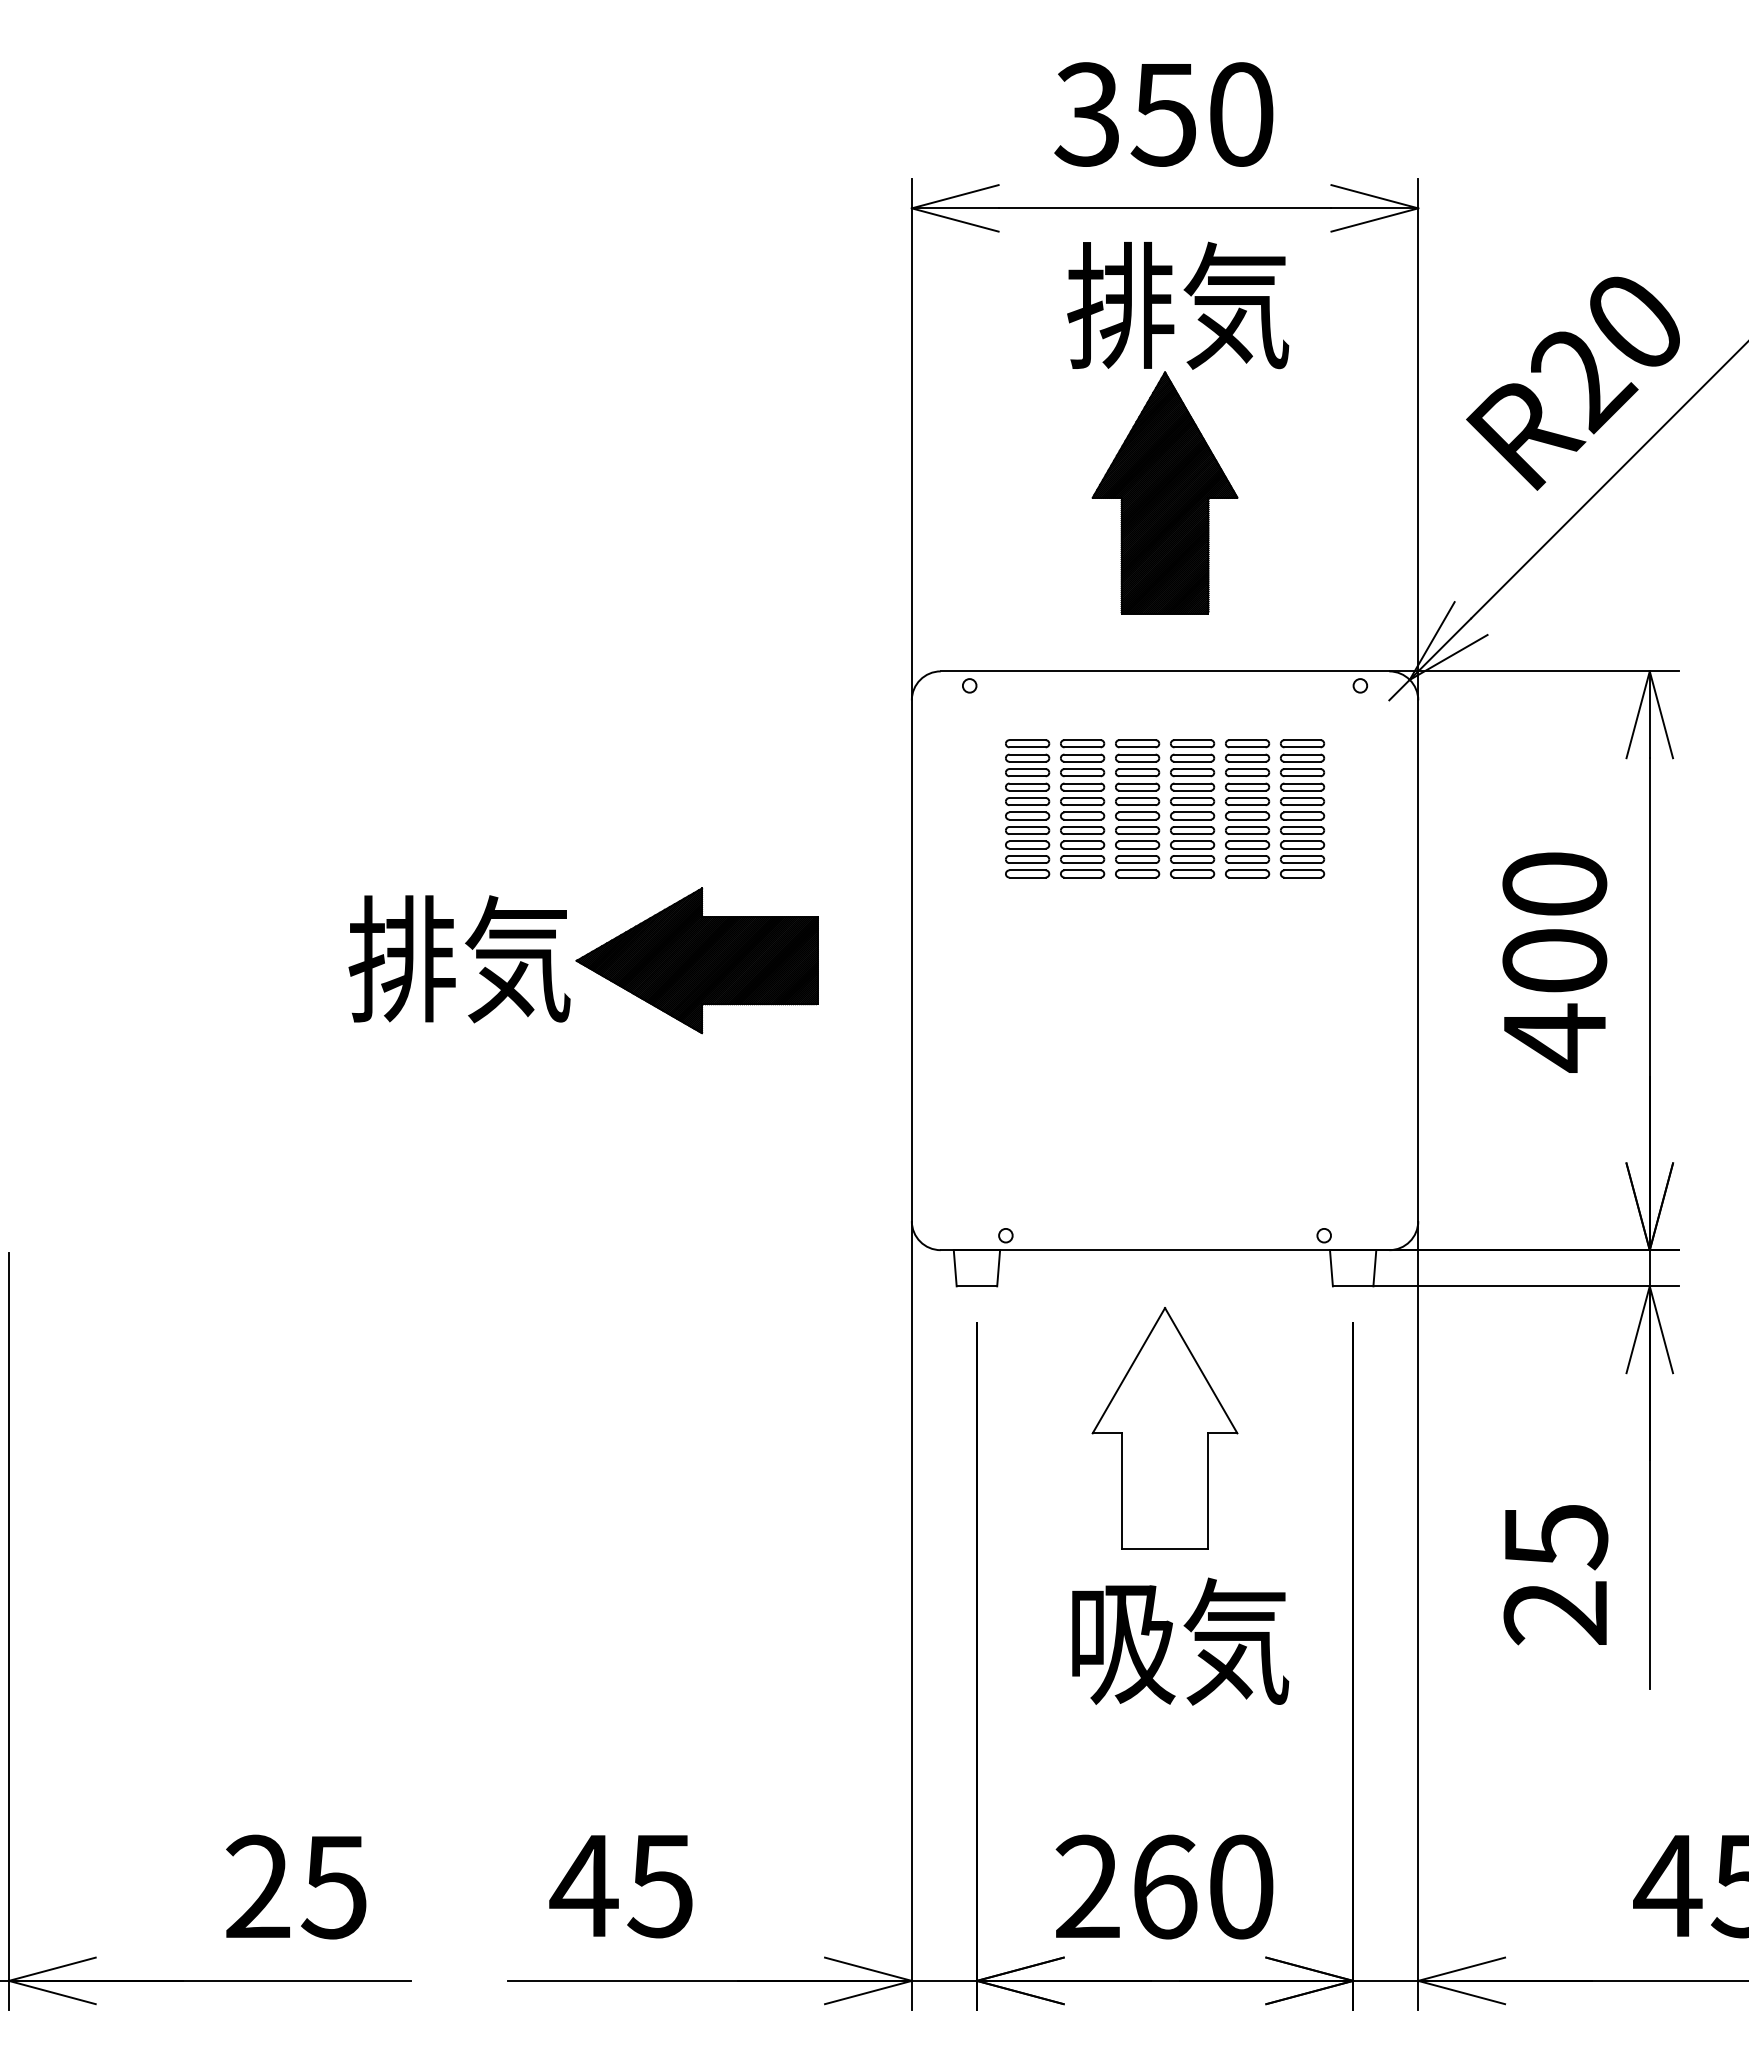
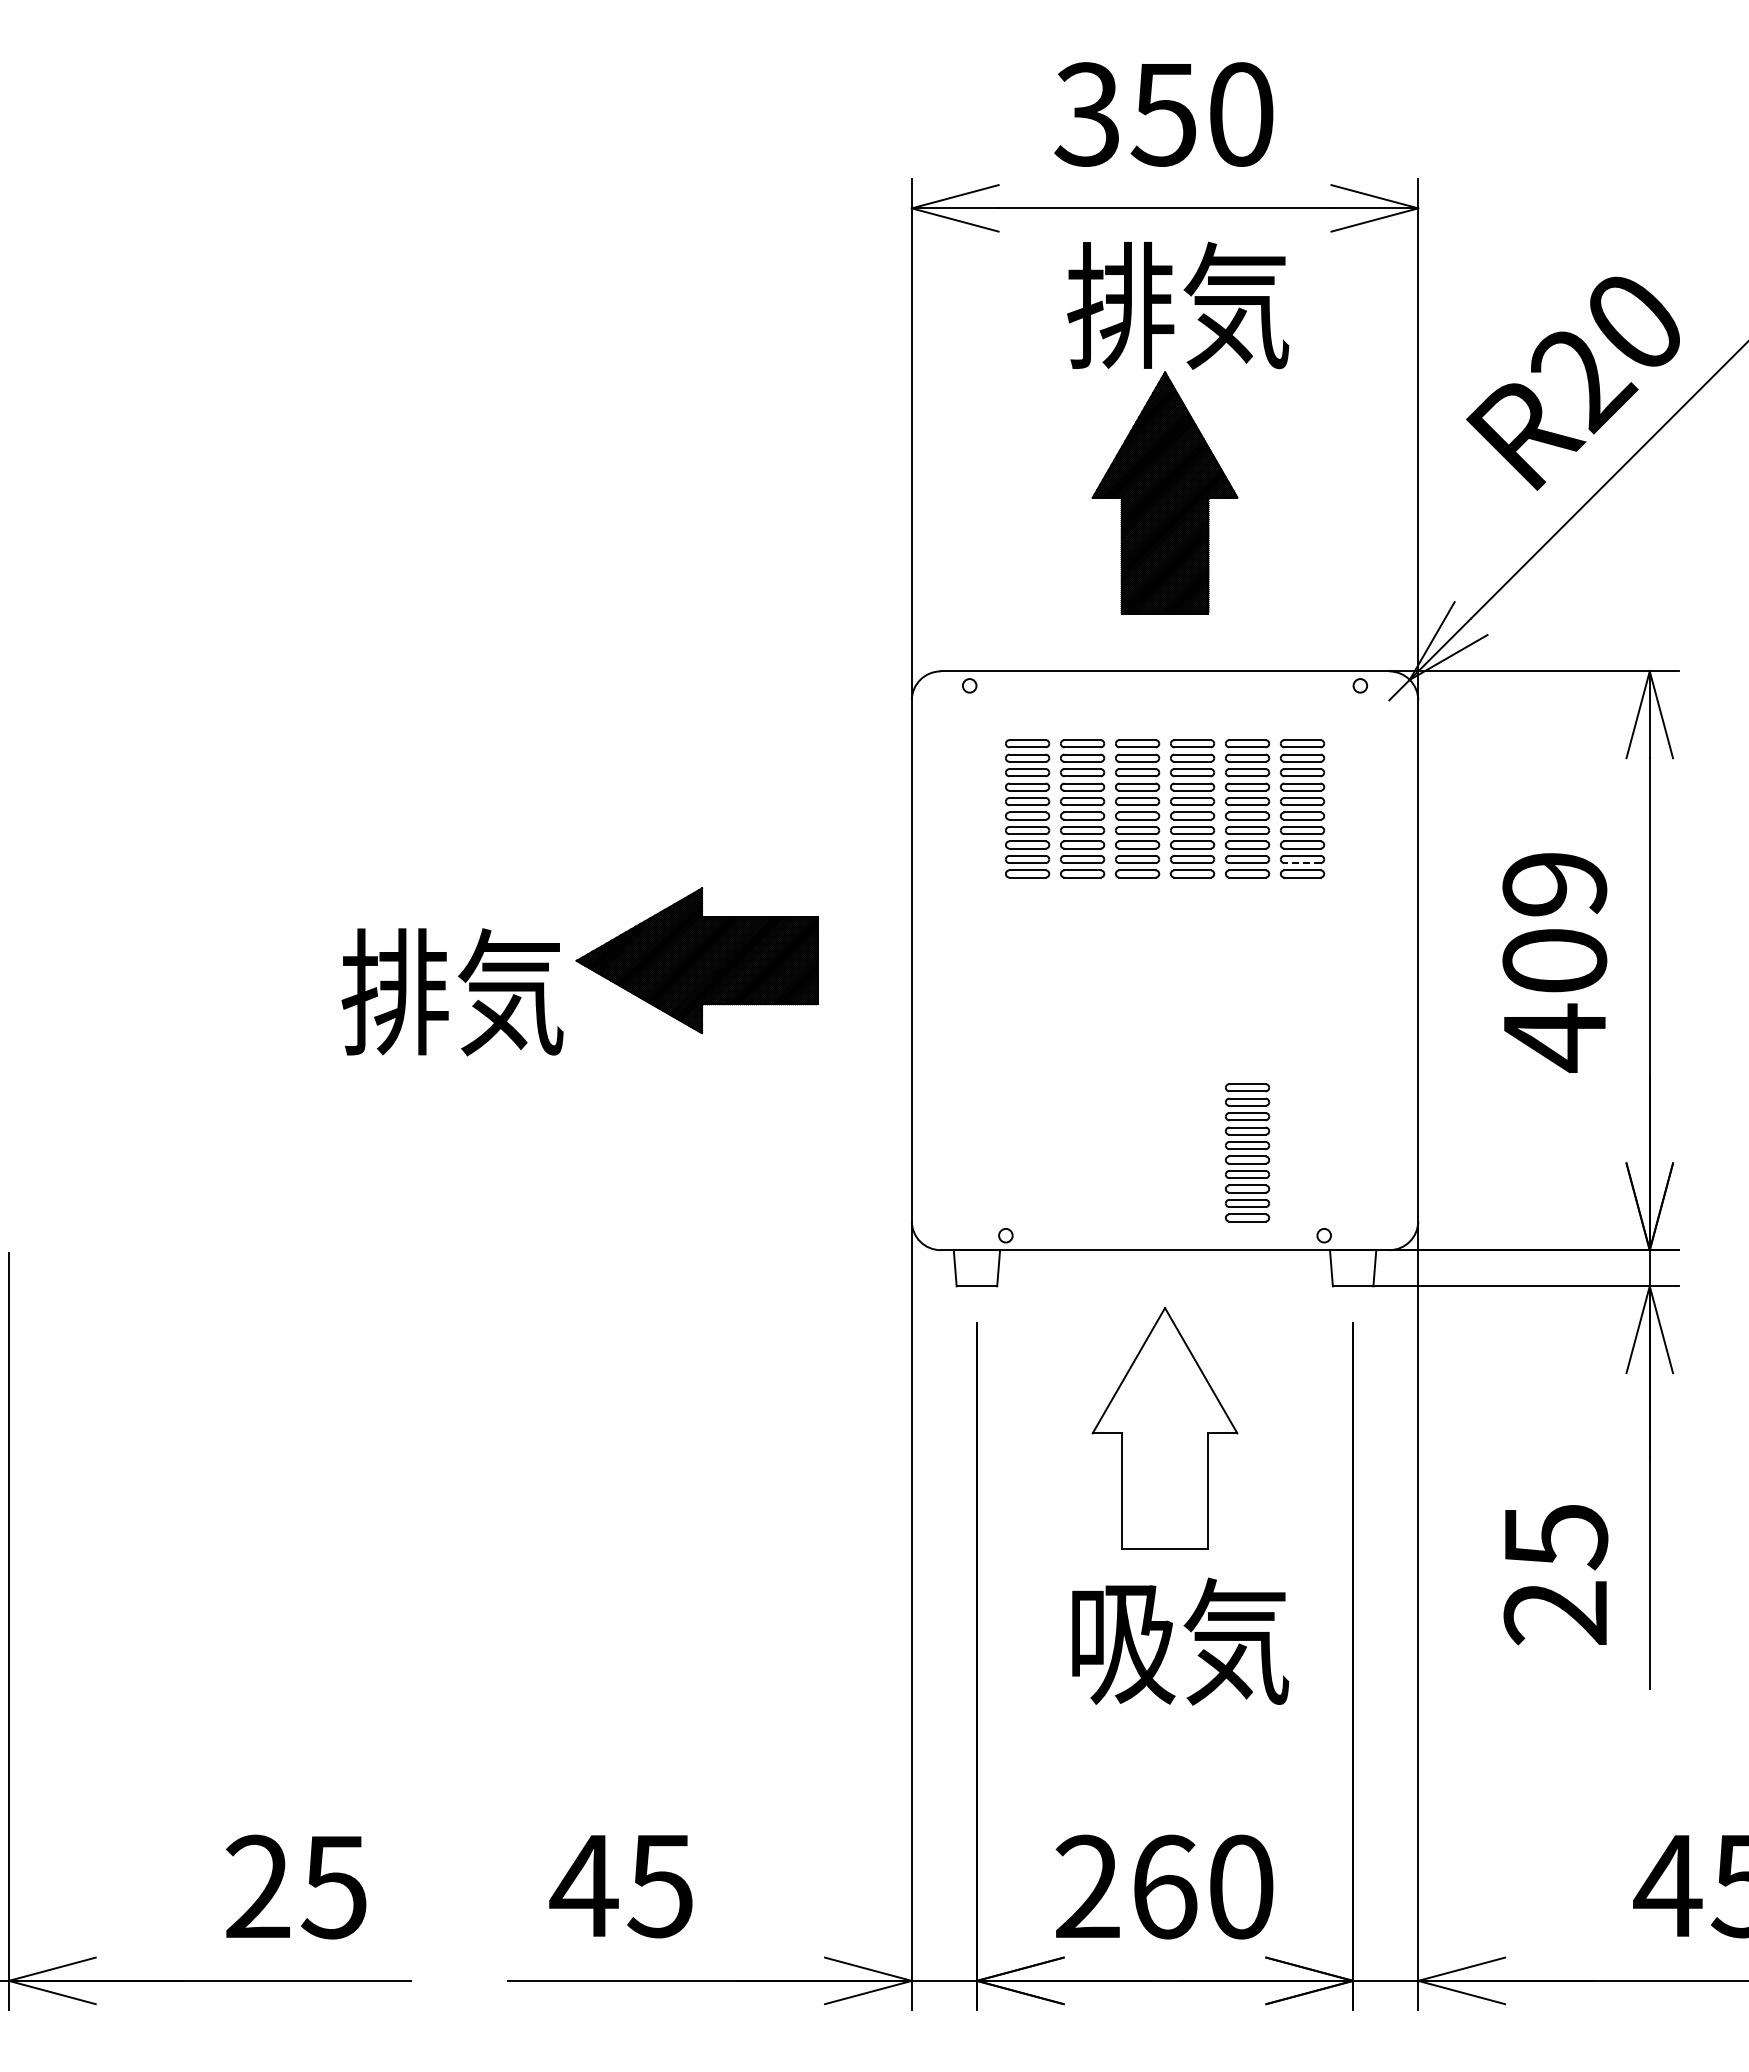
line at (1302, 863): solid -> dashed
text at (1554, 884): 400 -> 409
text at (459, 959) position: (459, 959) -> (452, 992)
part at (1247, 1152): none -> present
